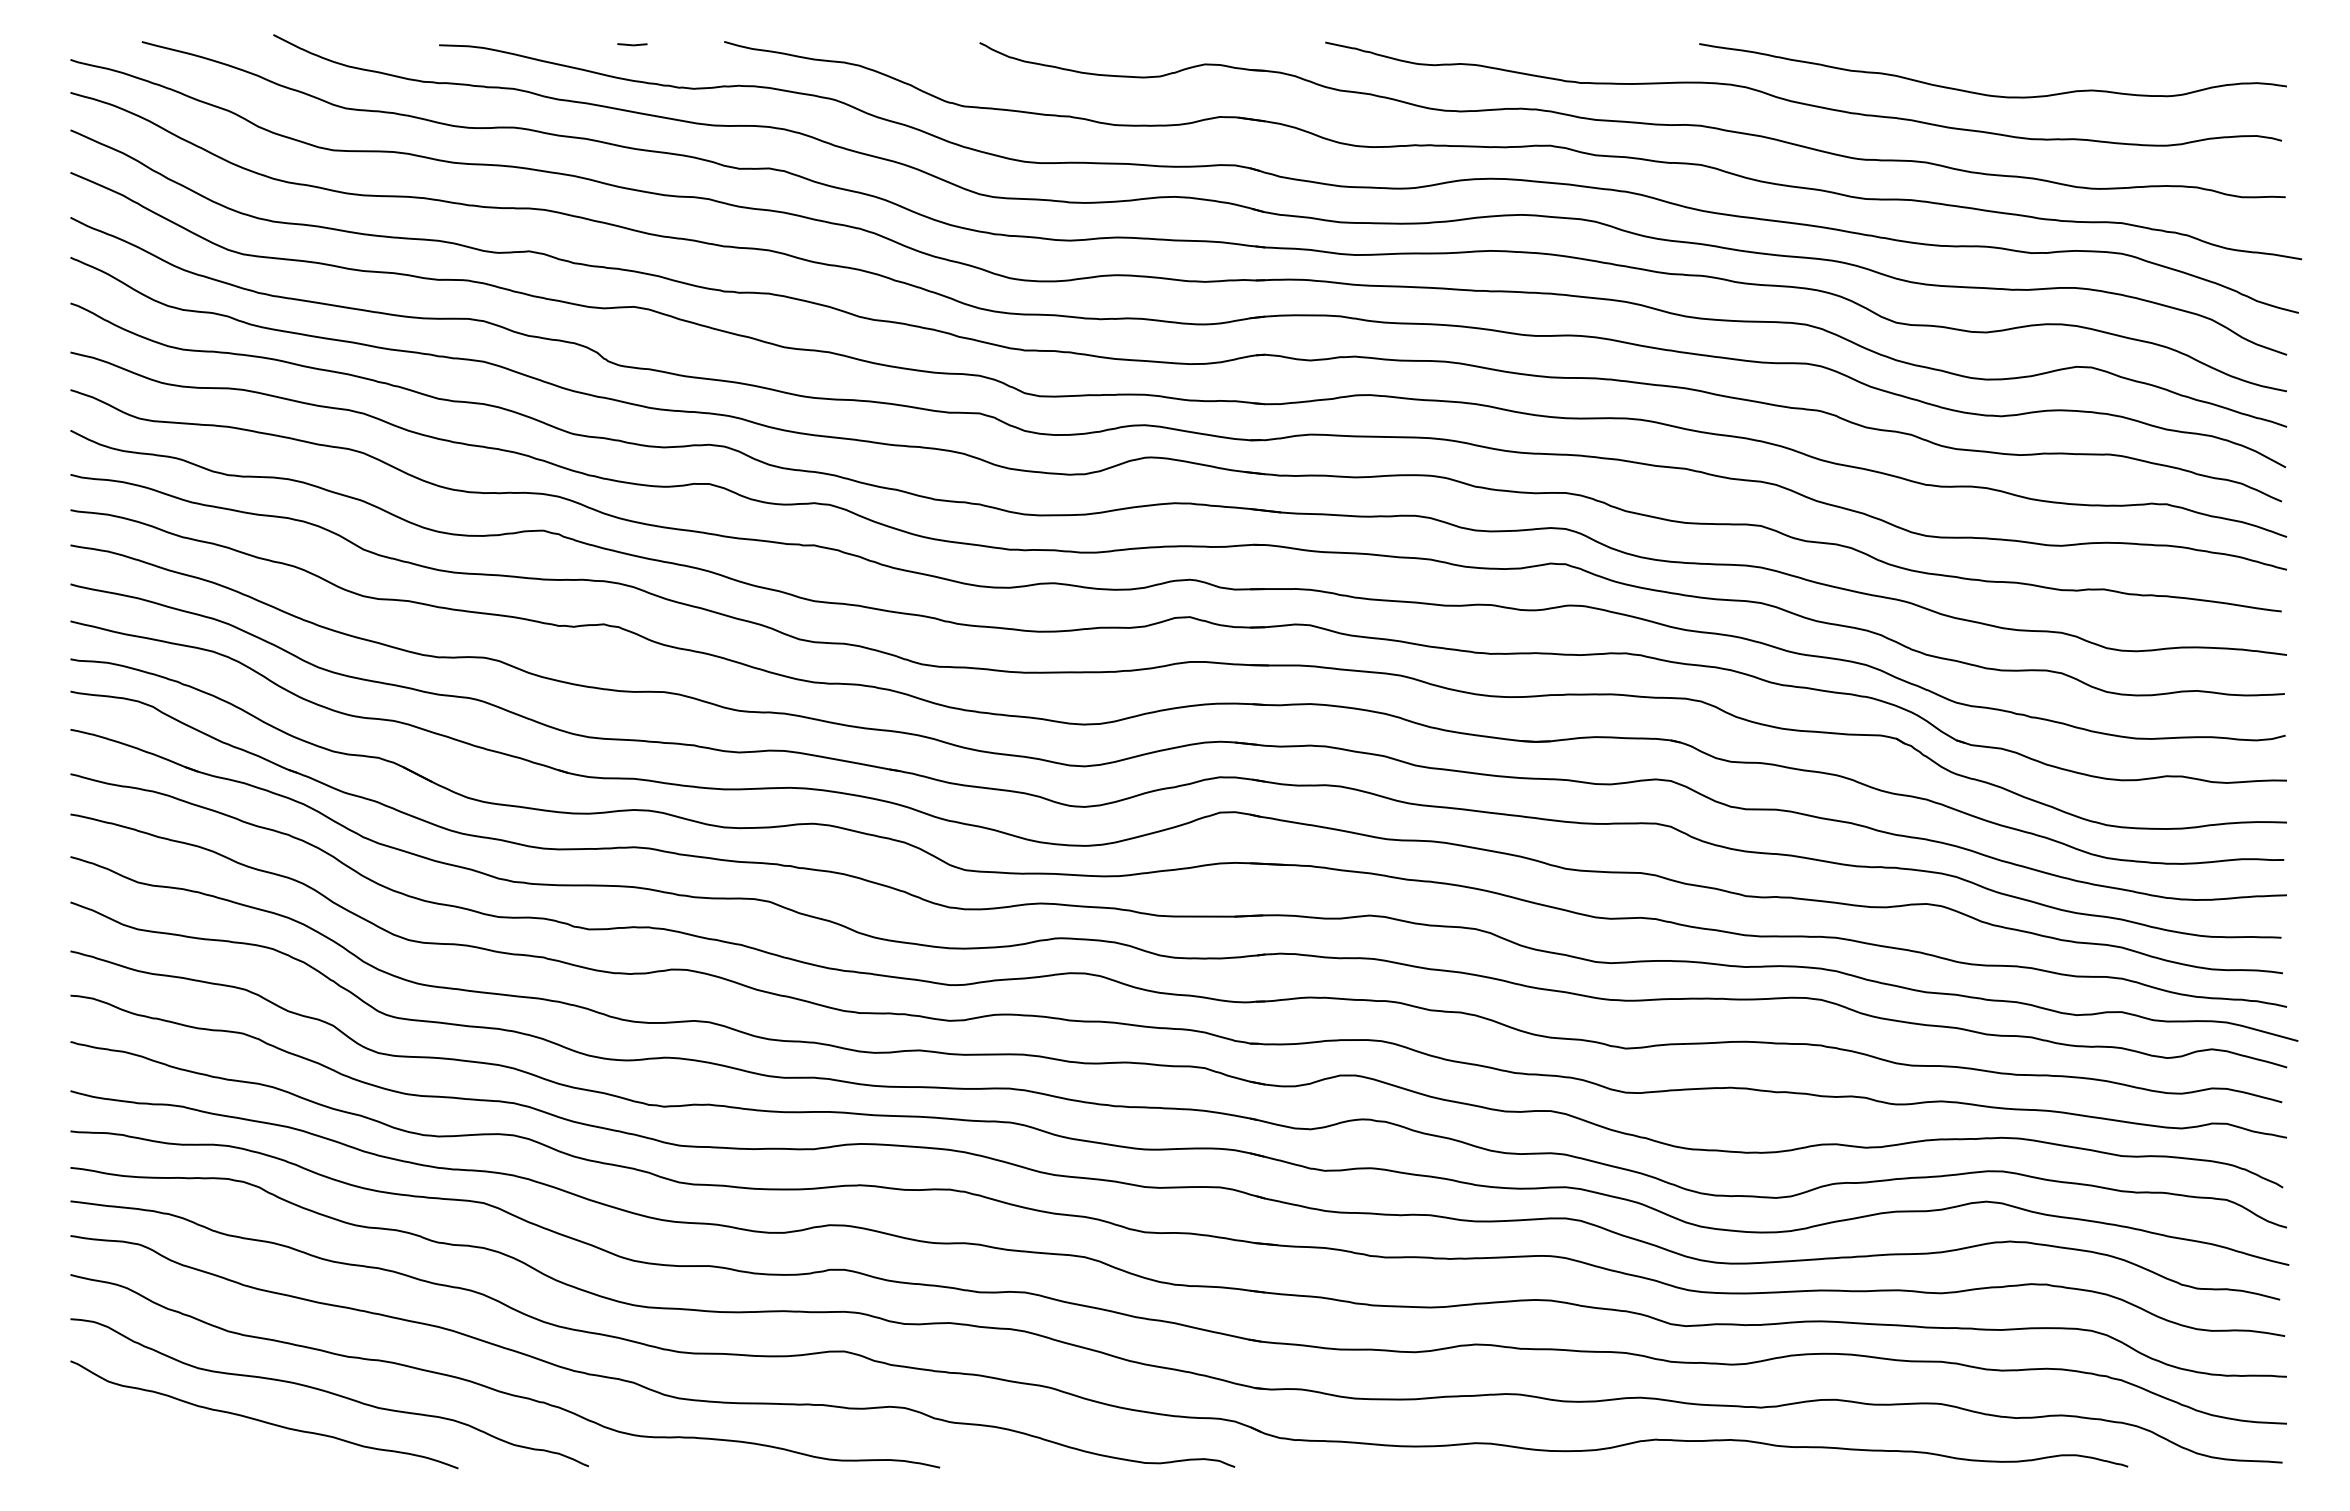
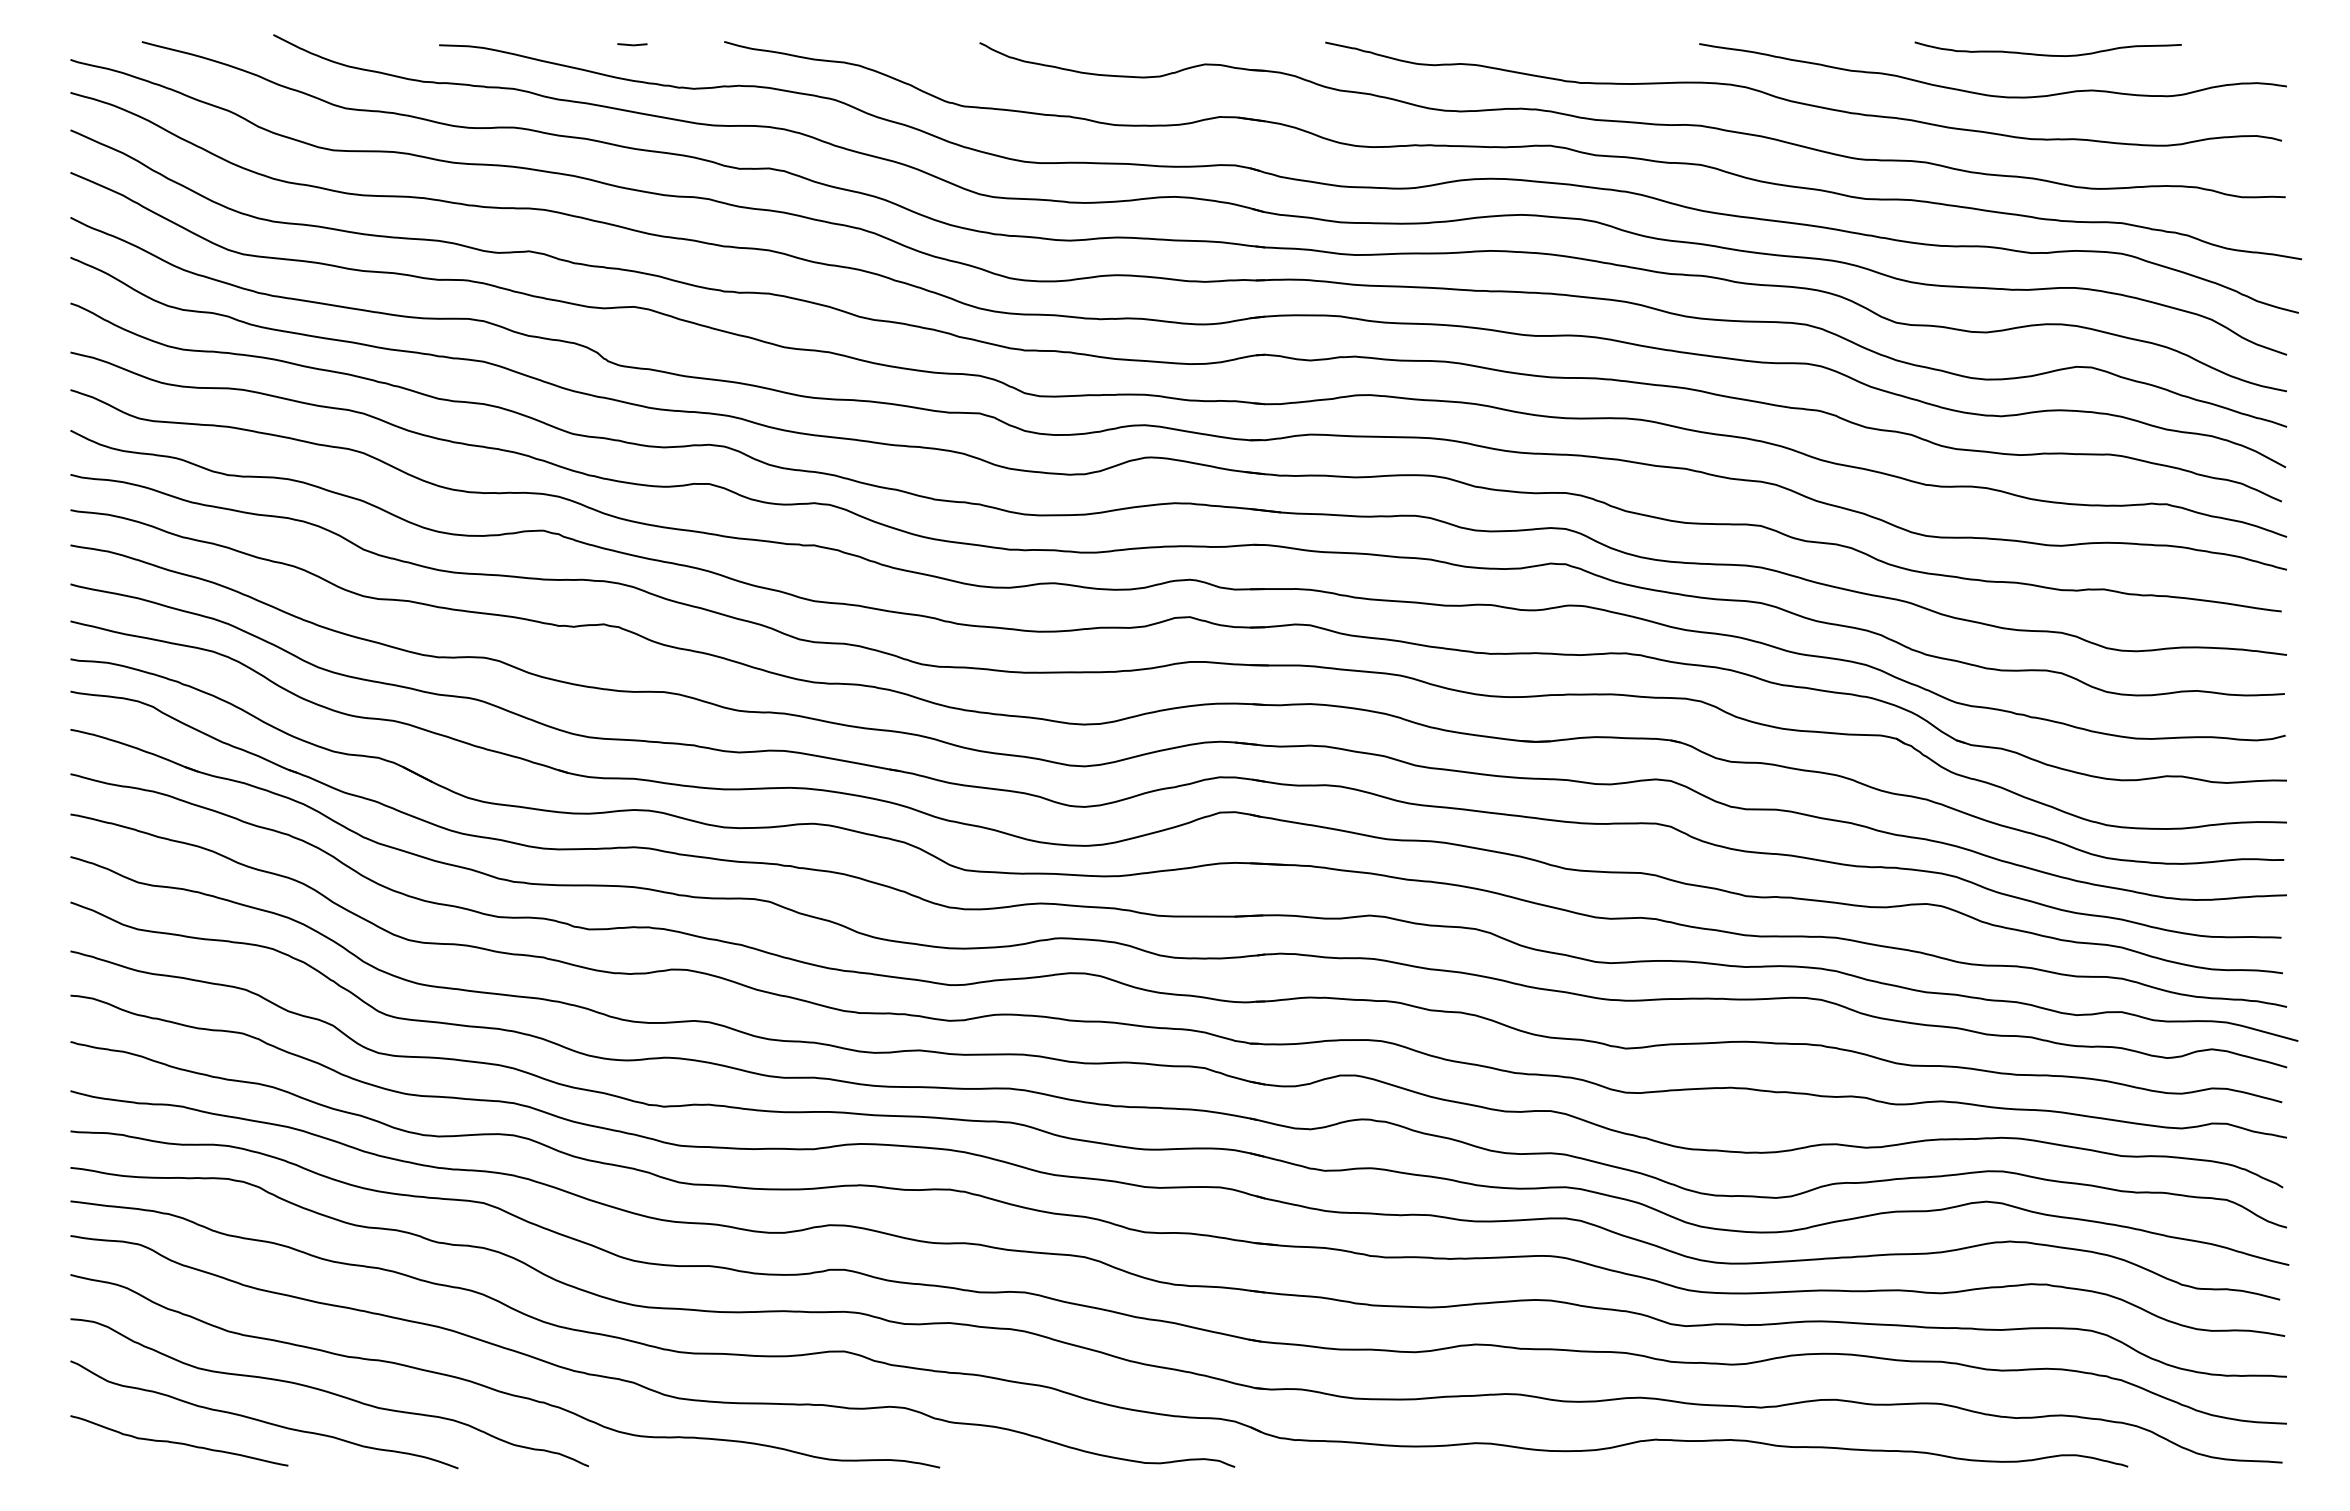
curve at (2047, 54): none -> present
curve at (179, 1442): none -> present
